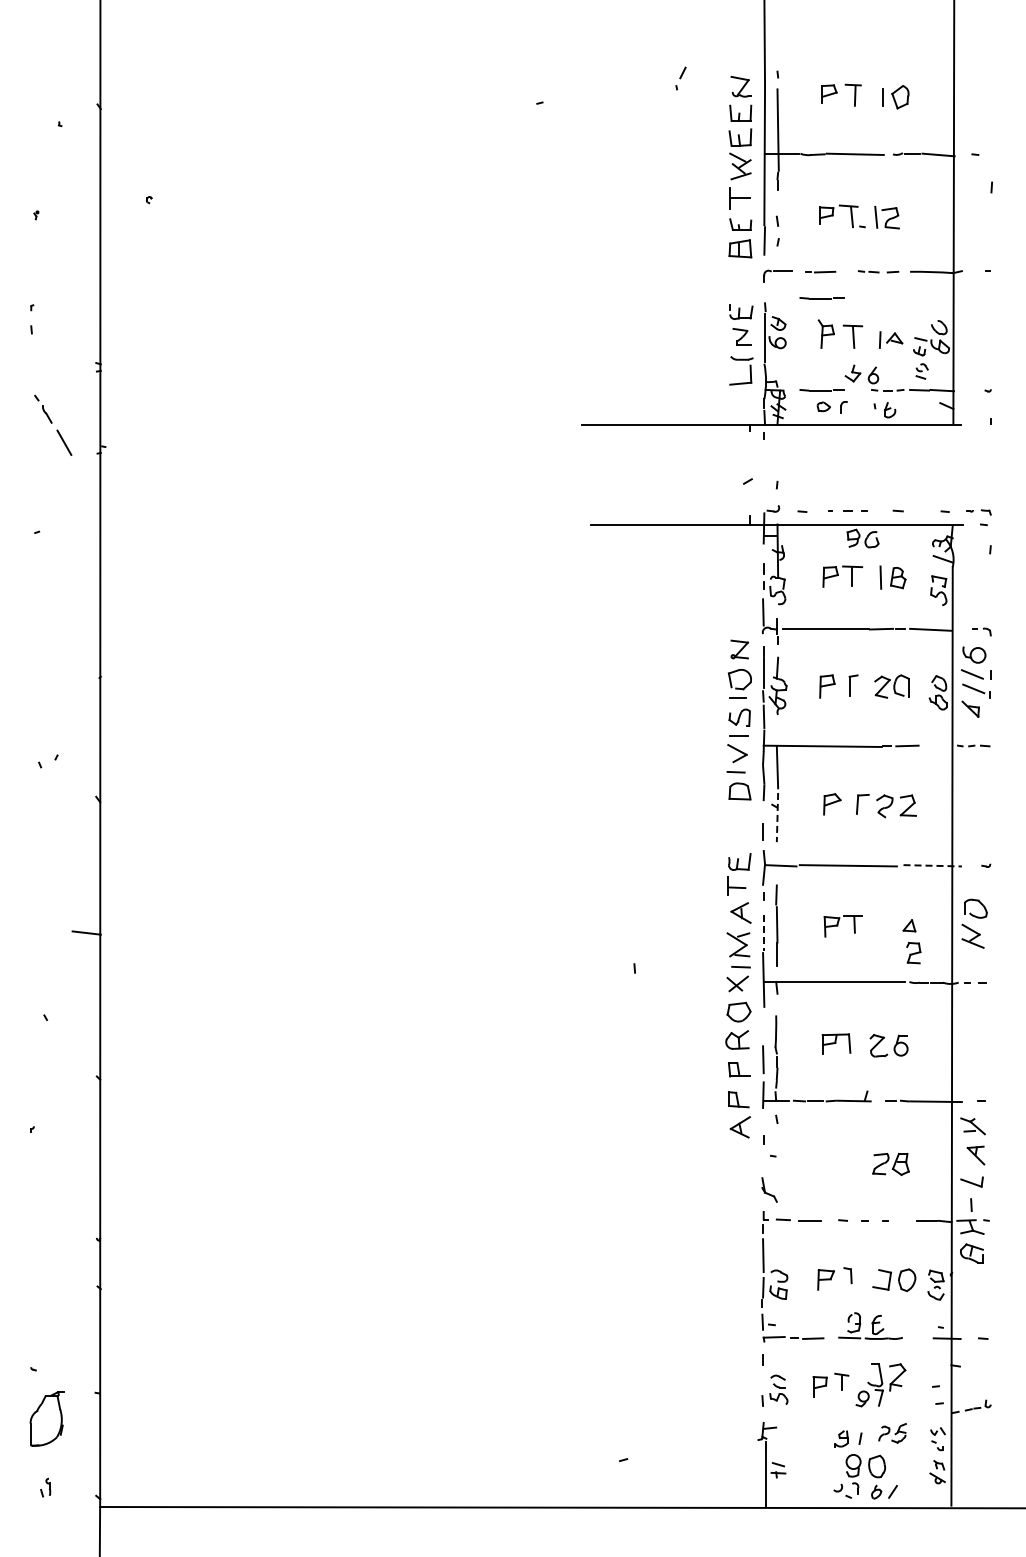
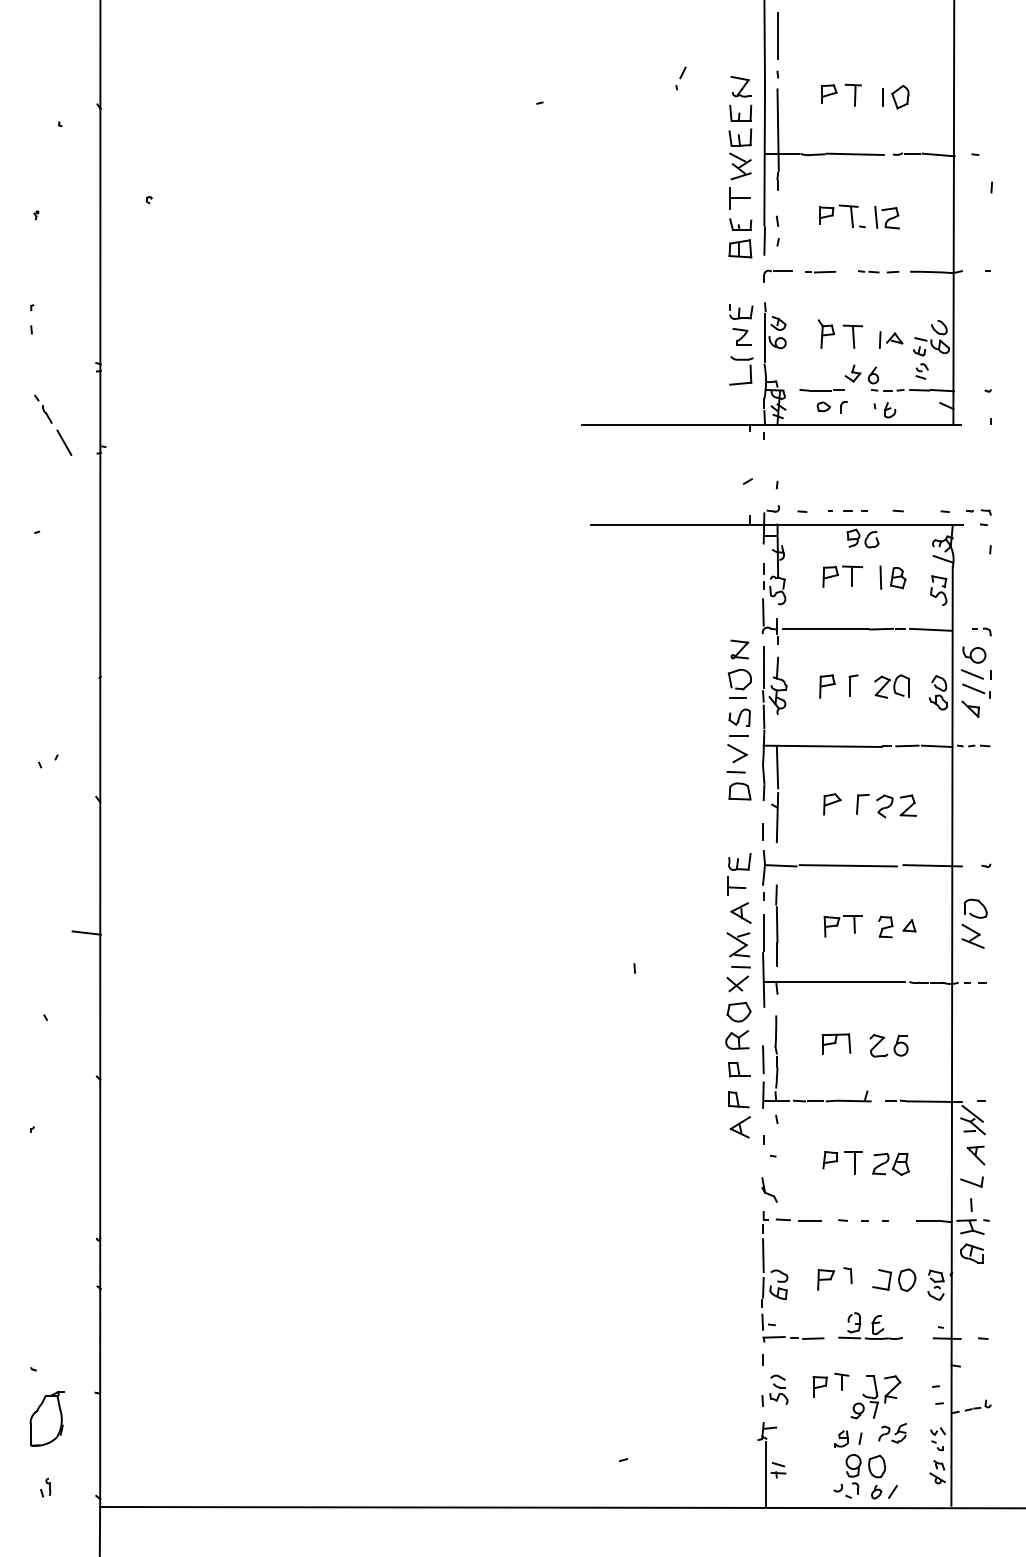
line at (778, 35): none -> present
line at (821, 298): present -> none
line at (936, 745): none -> present
line at (777, 817): dashed -> solid
line at (933, 865): dashed -> solid
line at (763, 933): dashed -> solid
part at (913, 953) position: (913, 953) -> (885, 927)
line at (972, 1113): none -> present
part at (842, 1162): none -> present
part at (880, 1385) position: (880, 1385) -> (875, 1397)
